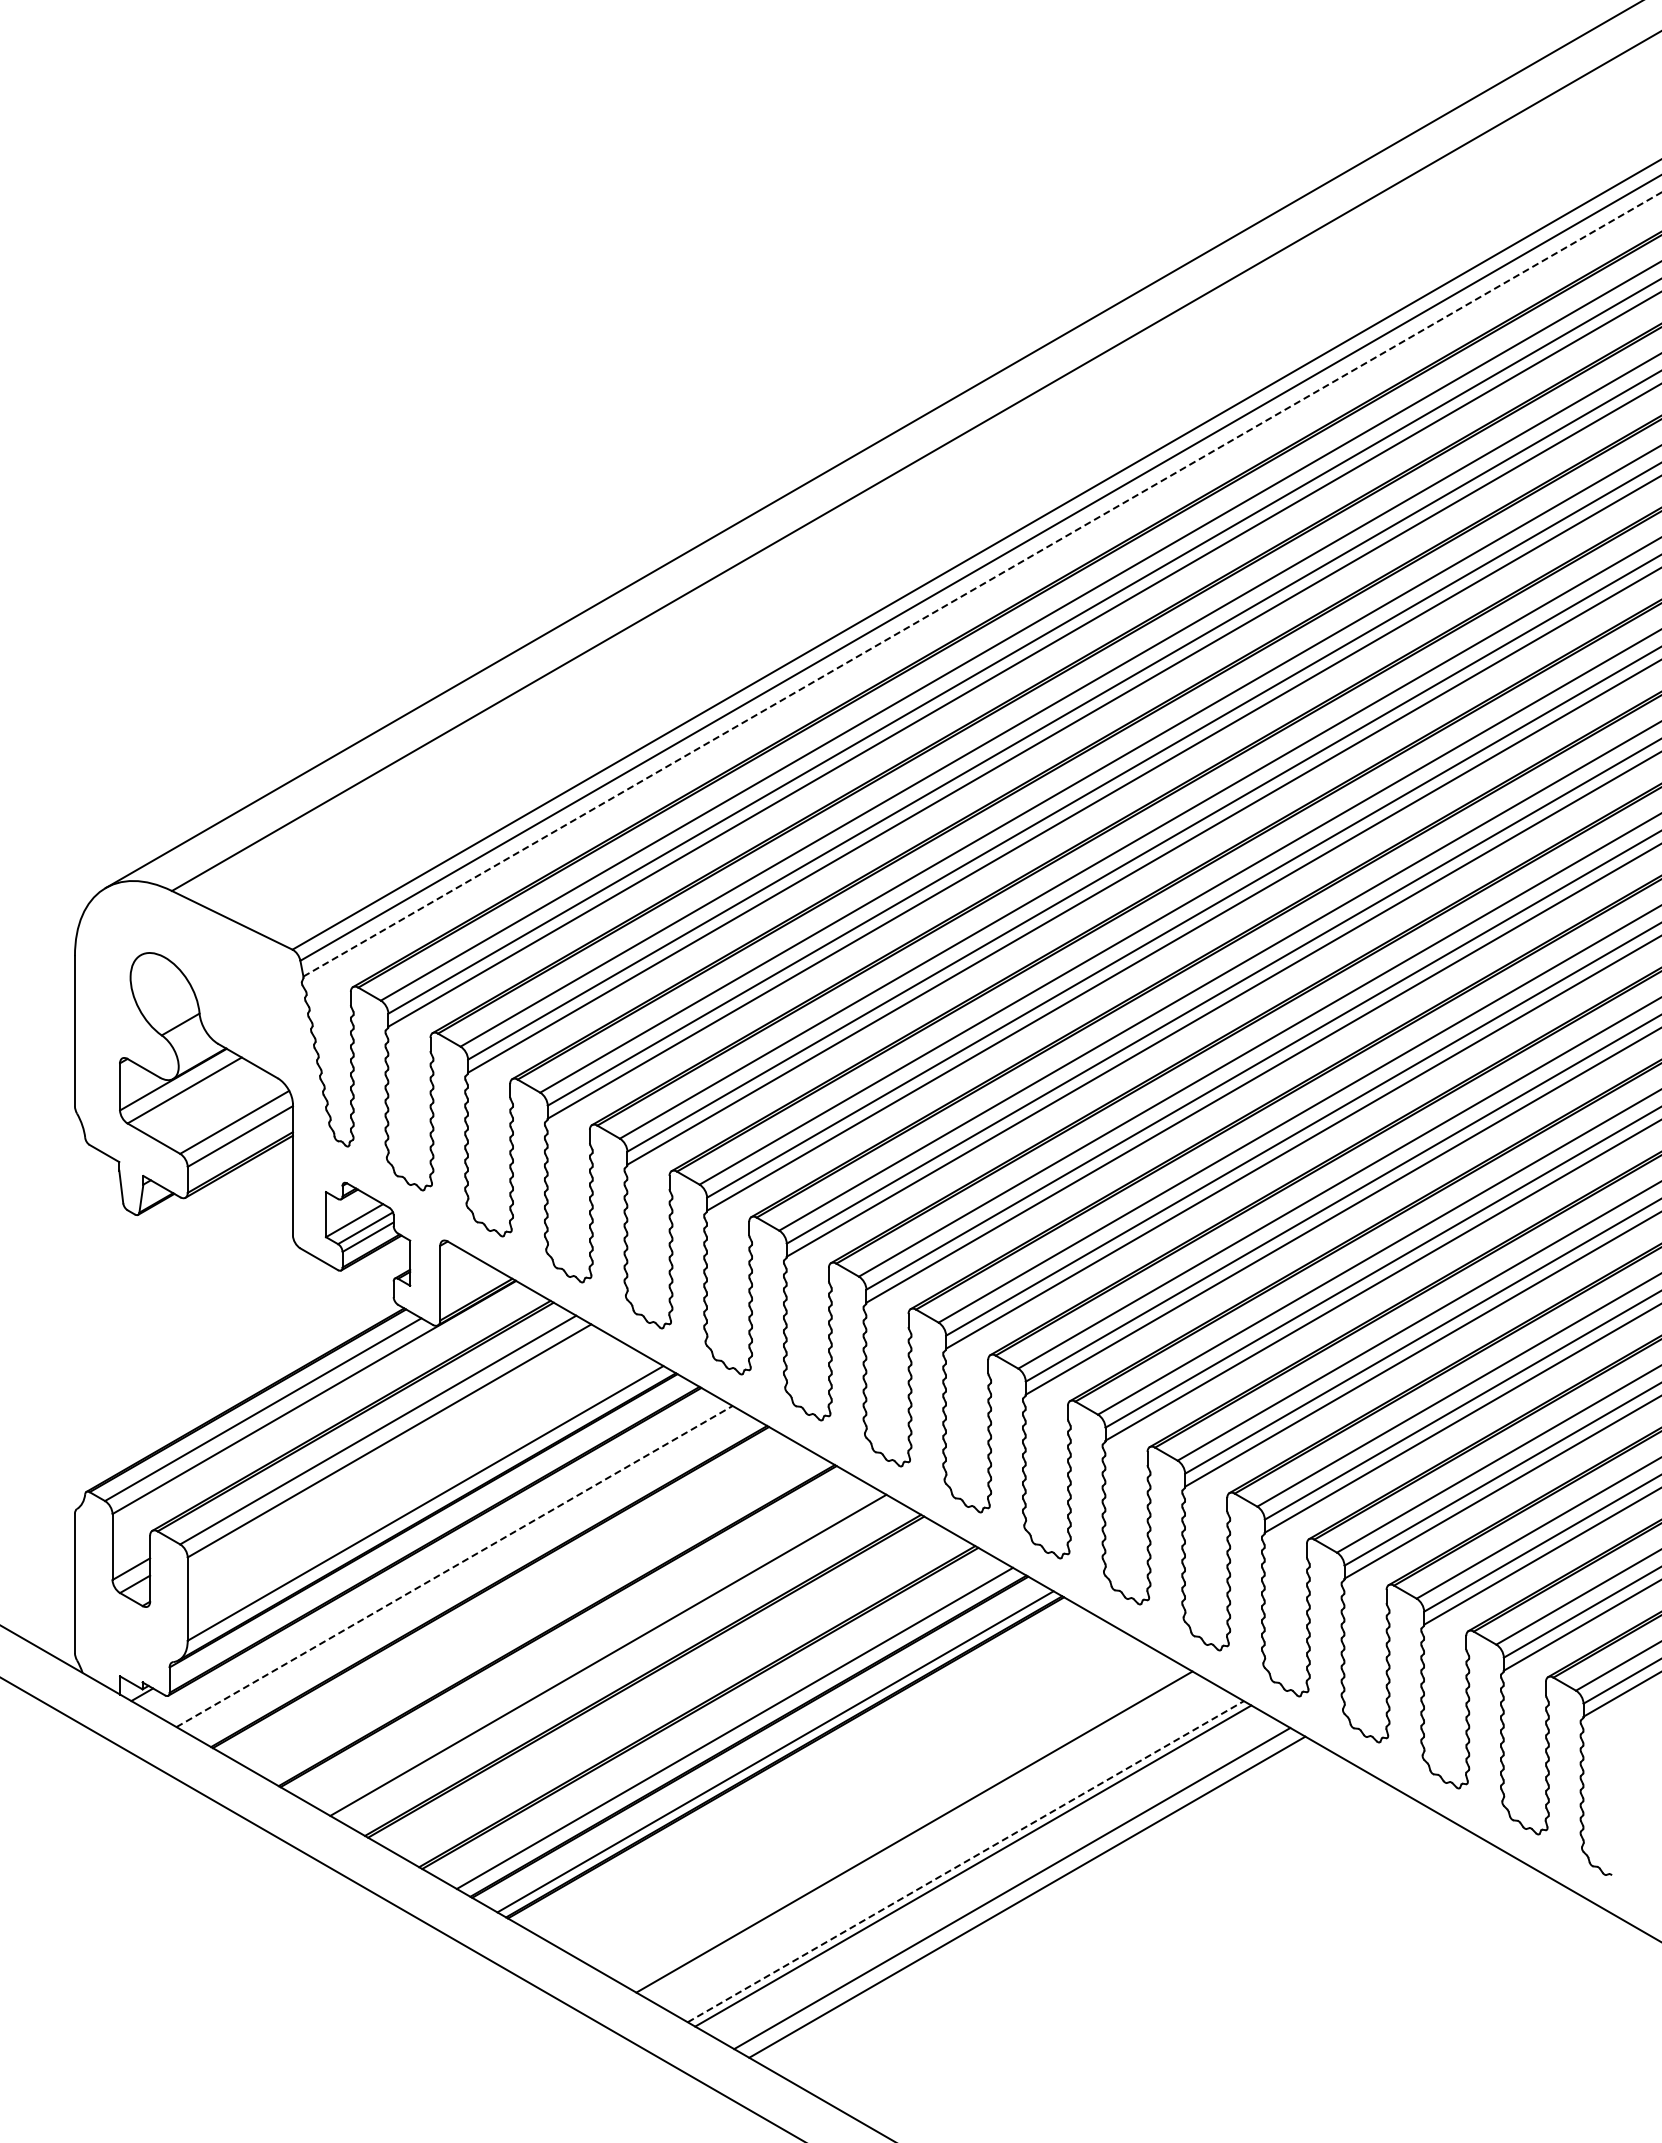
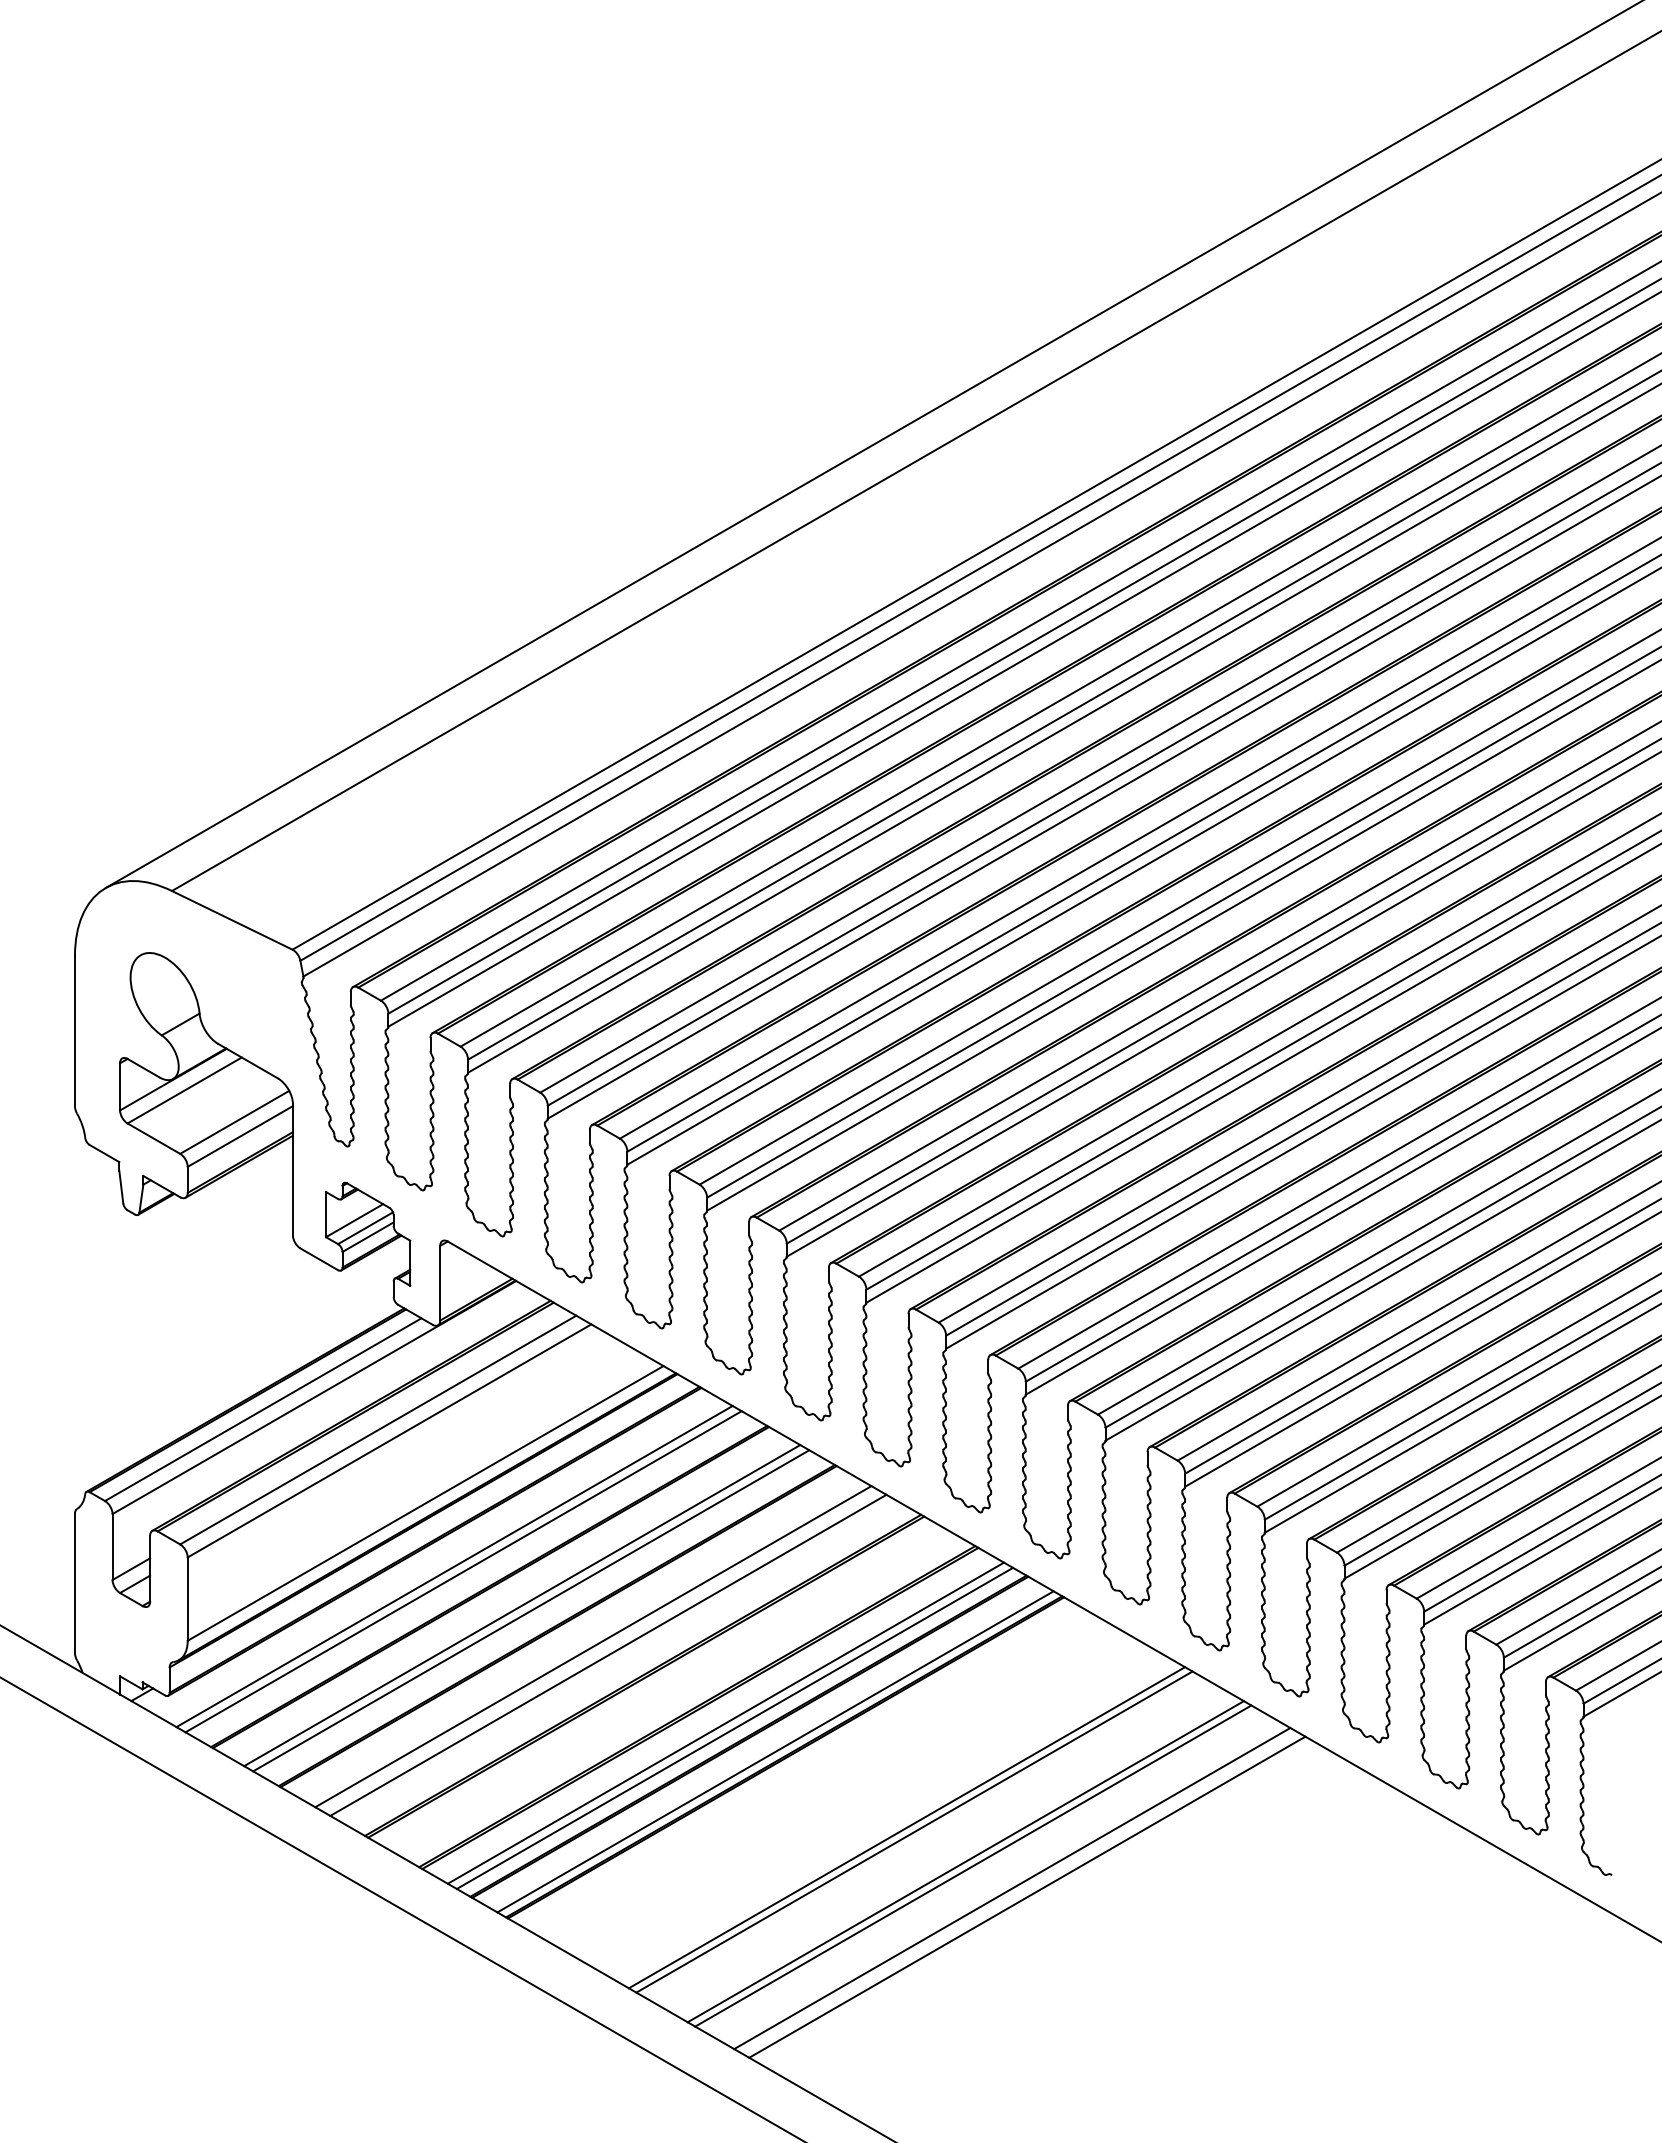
line at (982, 584): dashed -> solid
line at (455, 1566): dashed -> solid
line at (463, 1571): none -> present
line at (522, 1605): none -> present
line at (531, 1610): none -> present
line at (593, 1646): none -> present
line at (725, 1722): none -> present
line at (906, 1827): none -> present
line at (966, 1861): dashed -> solid
